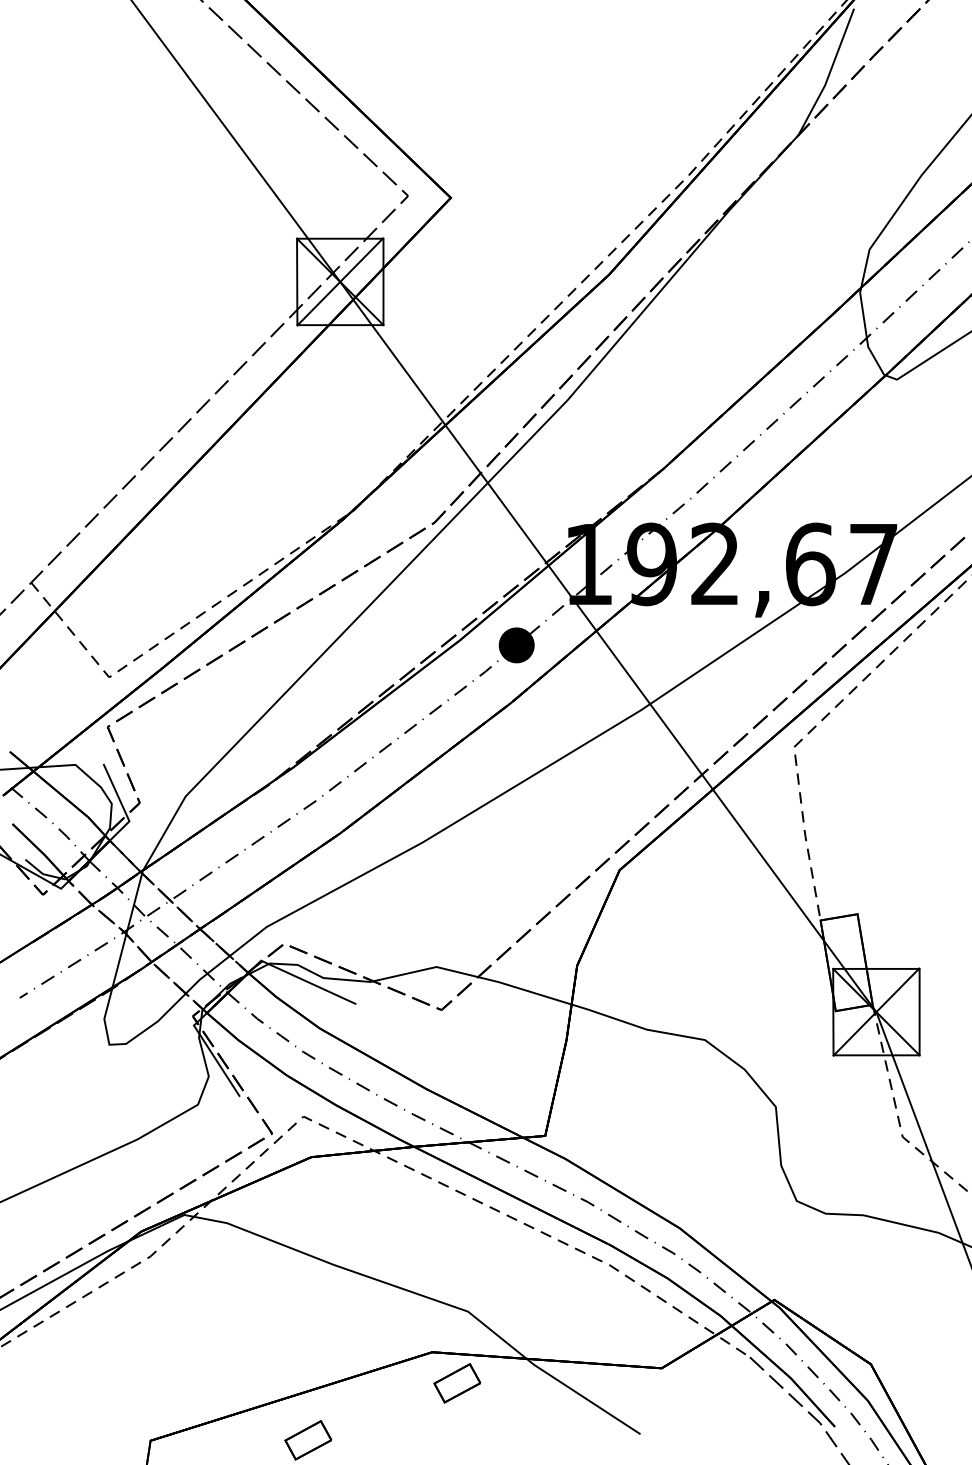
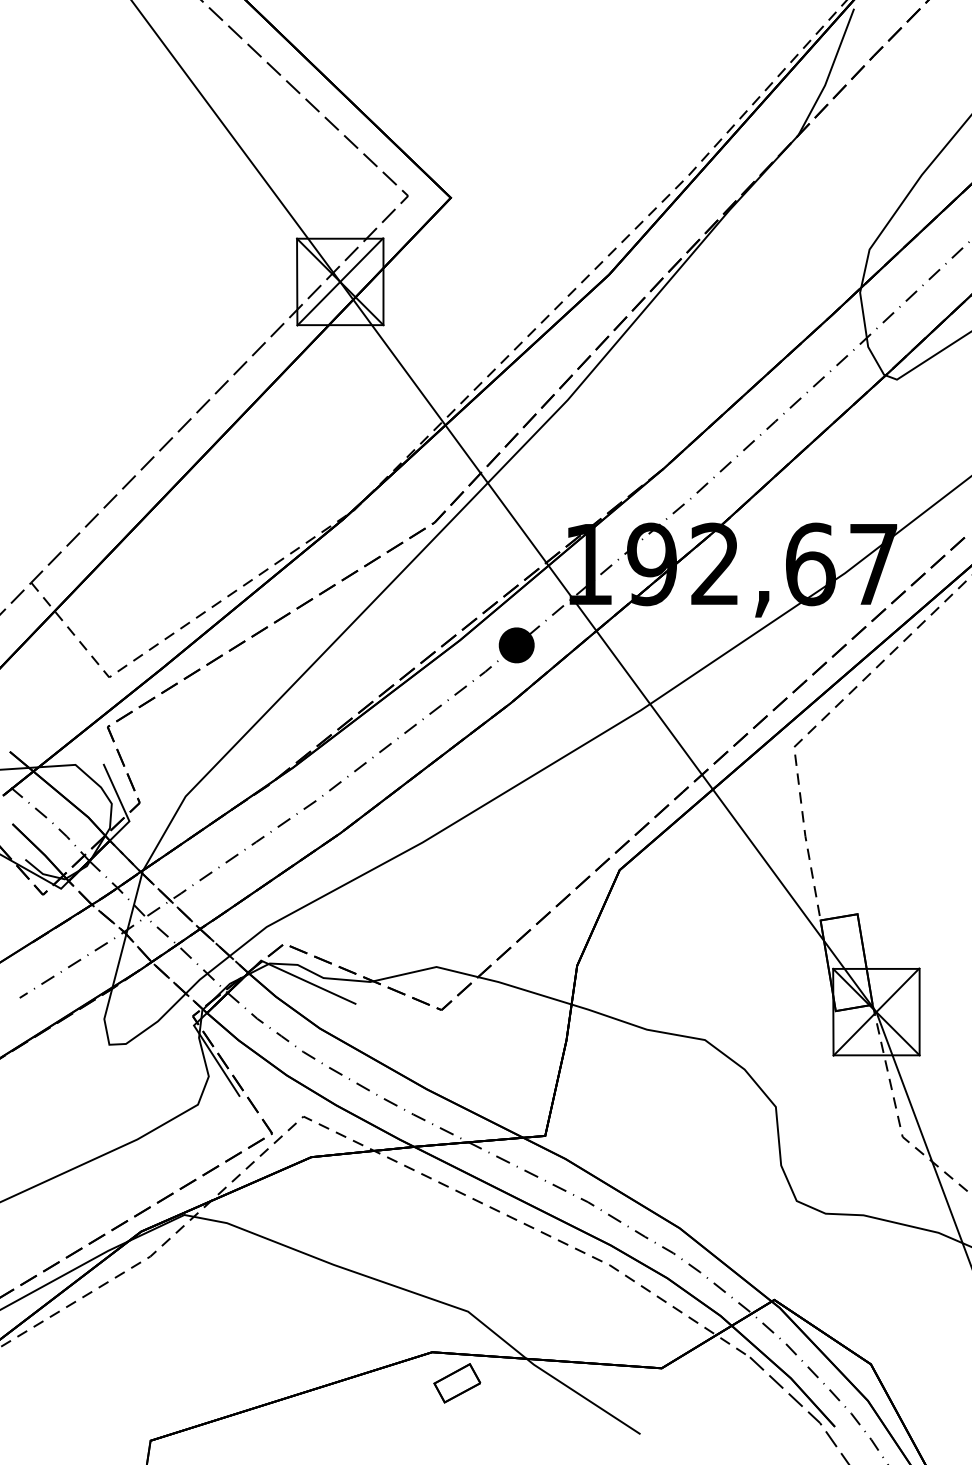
part at (308, 1440): present -> none
